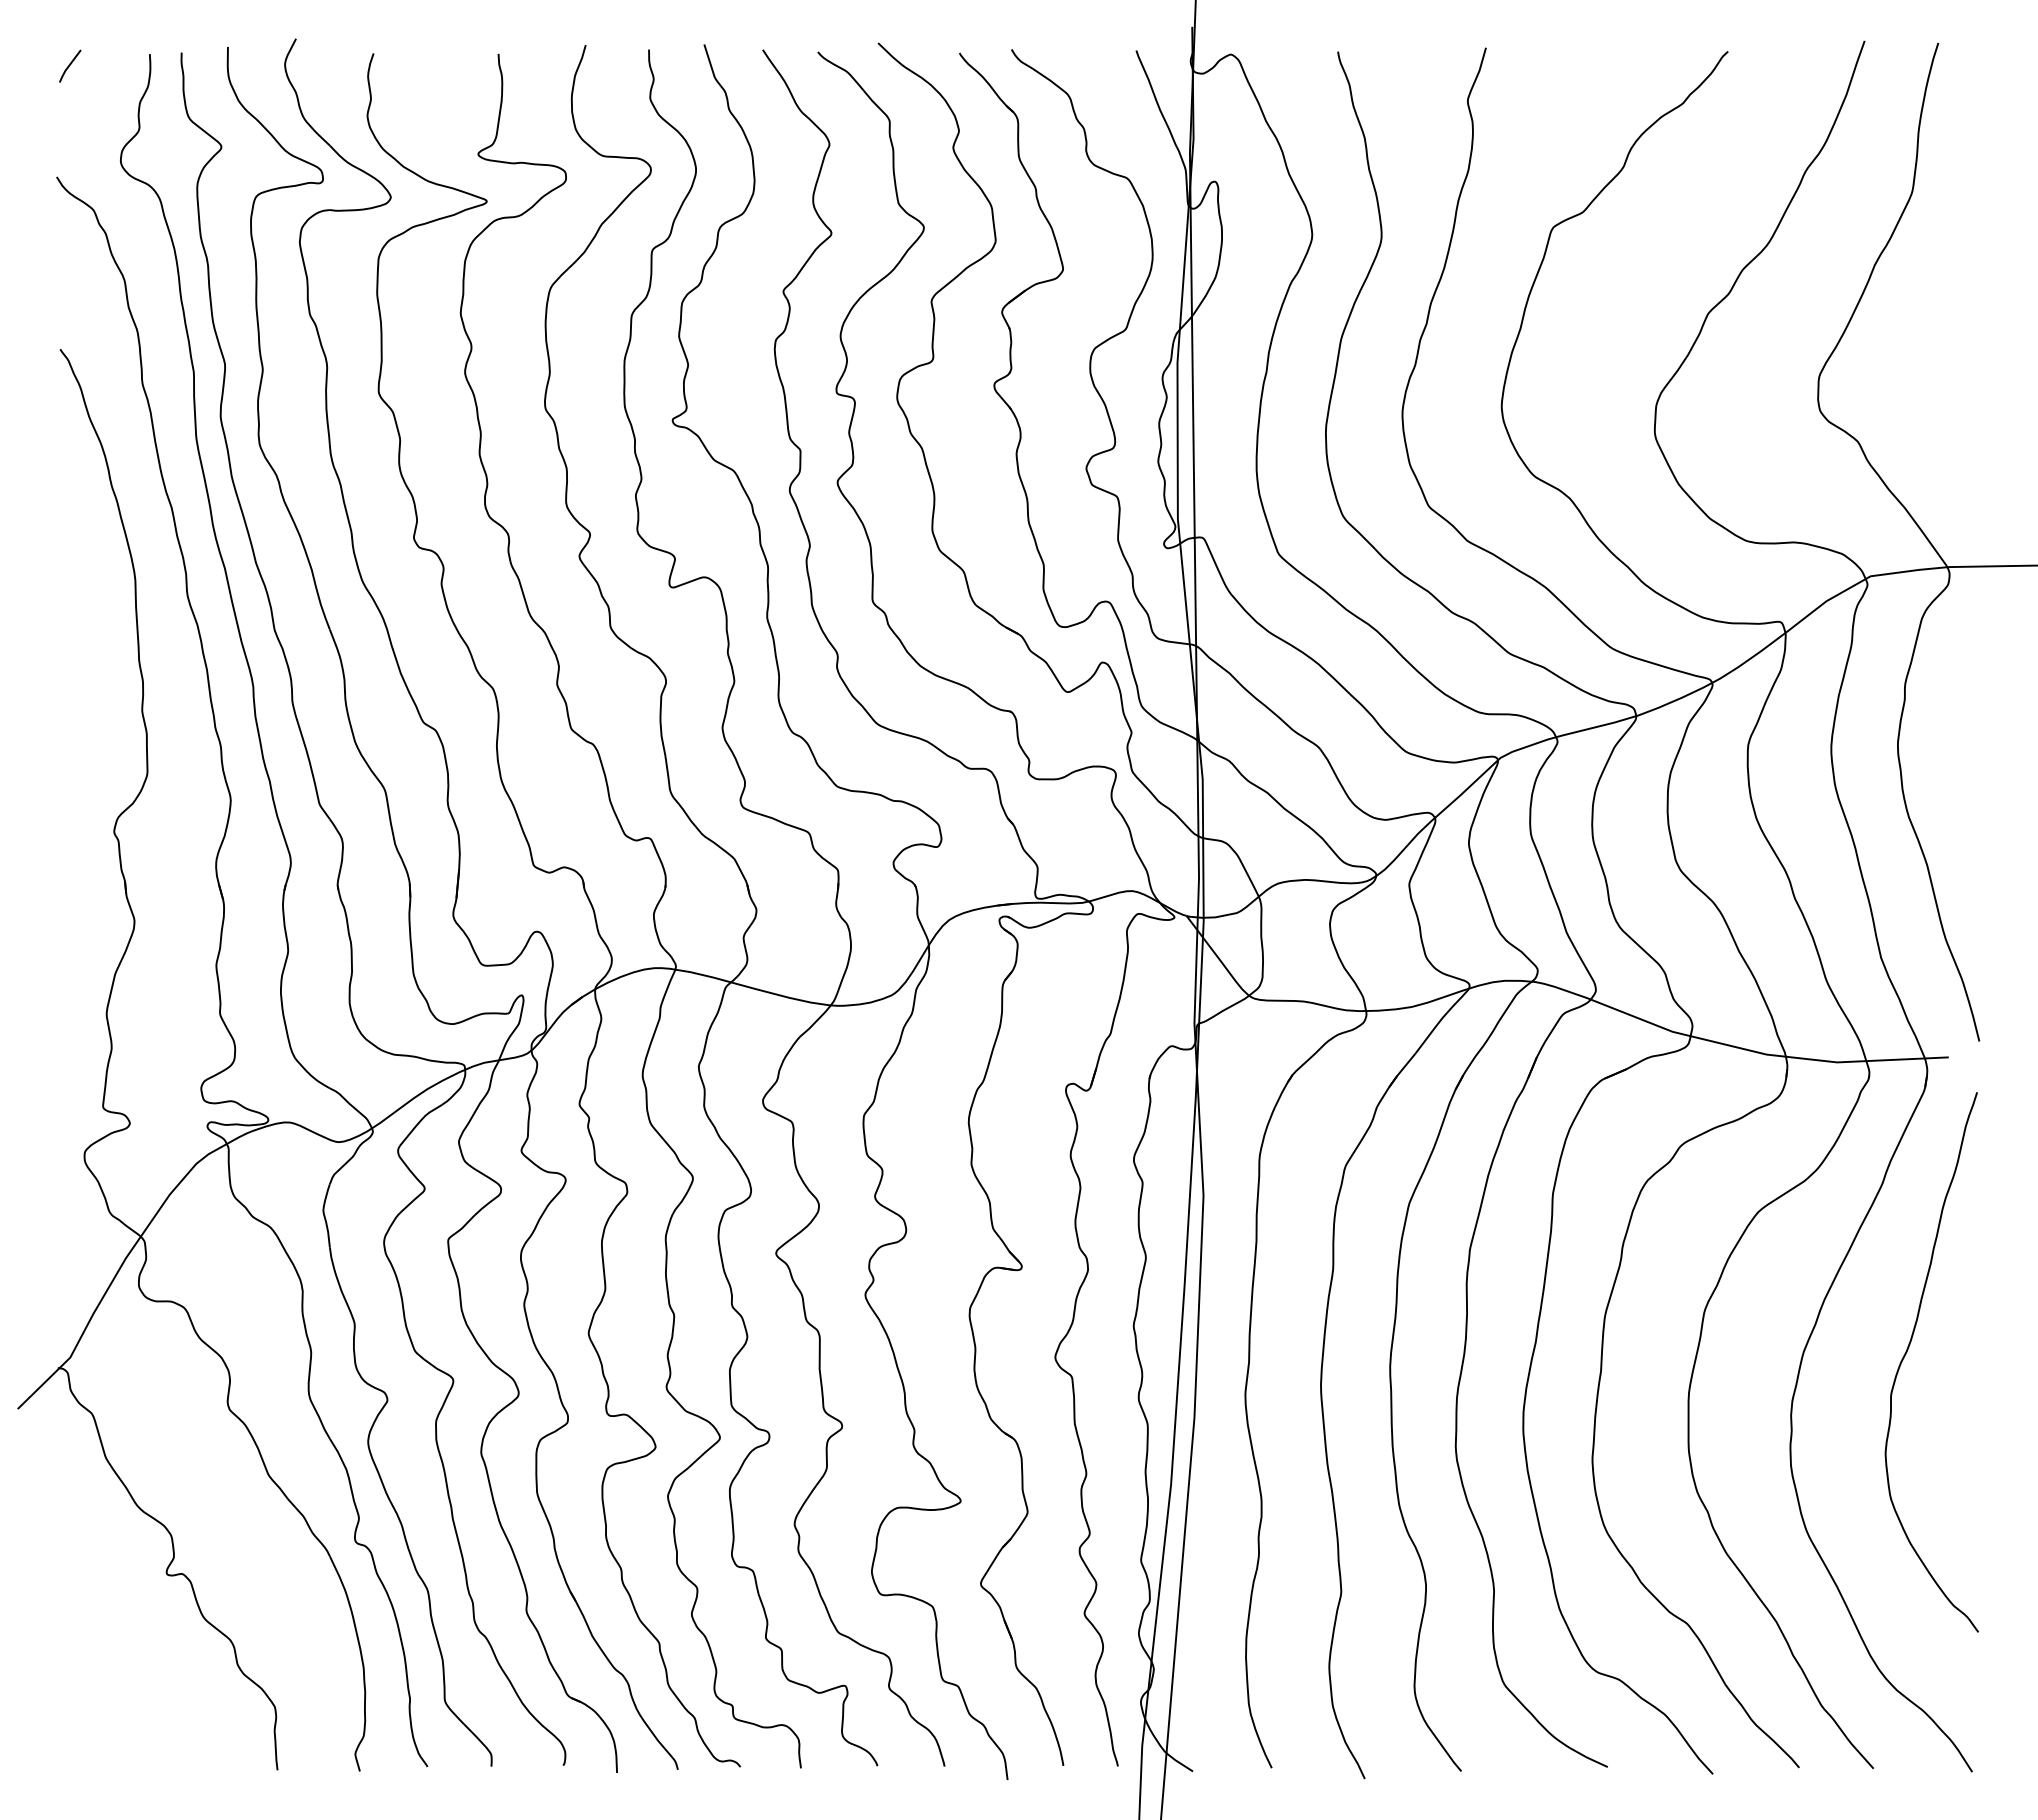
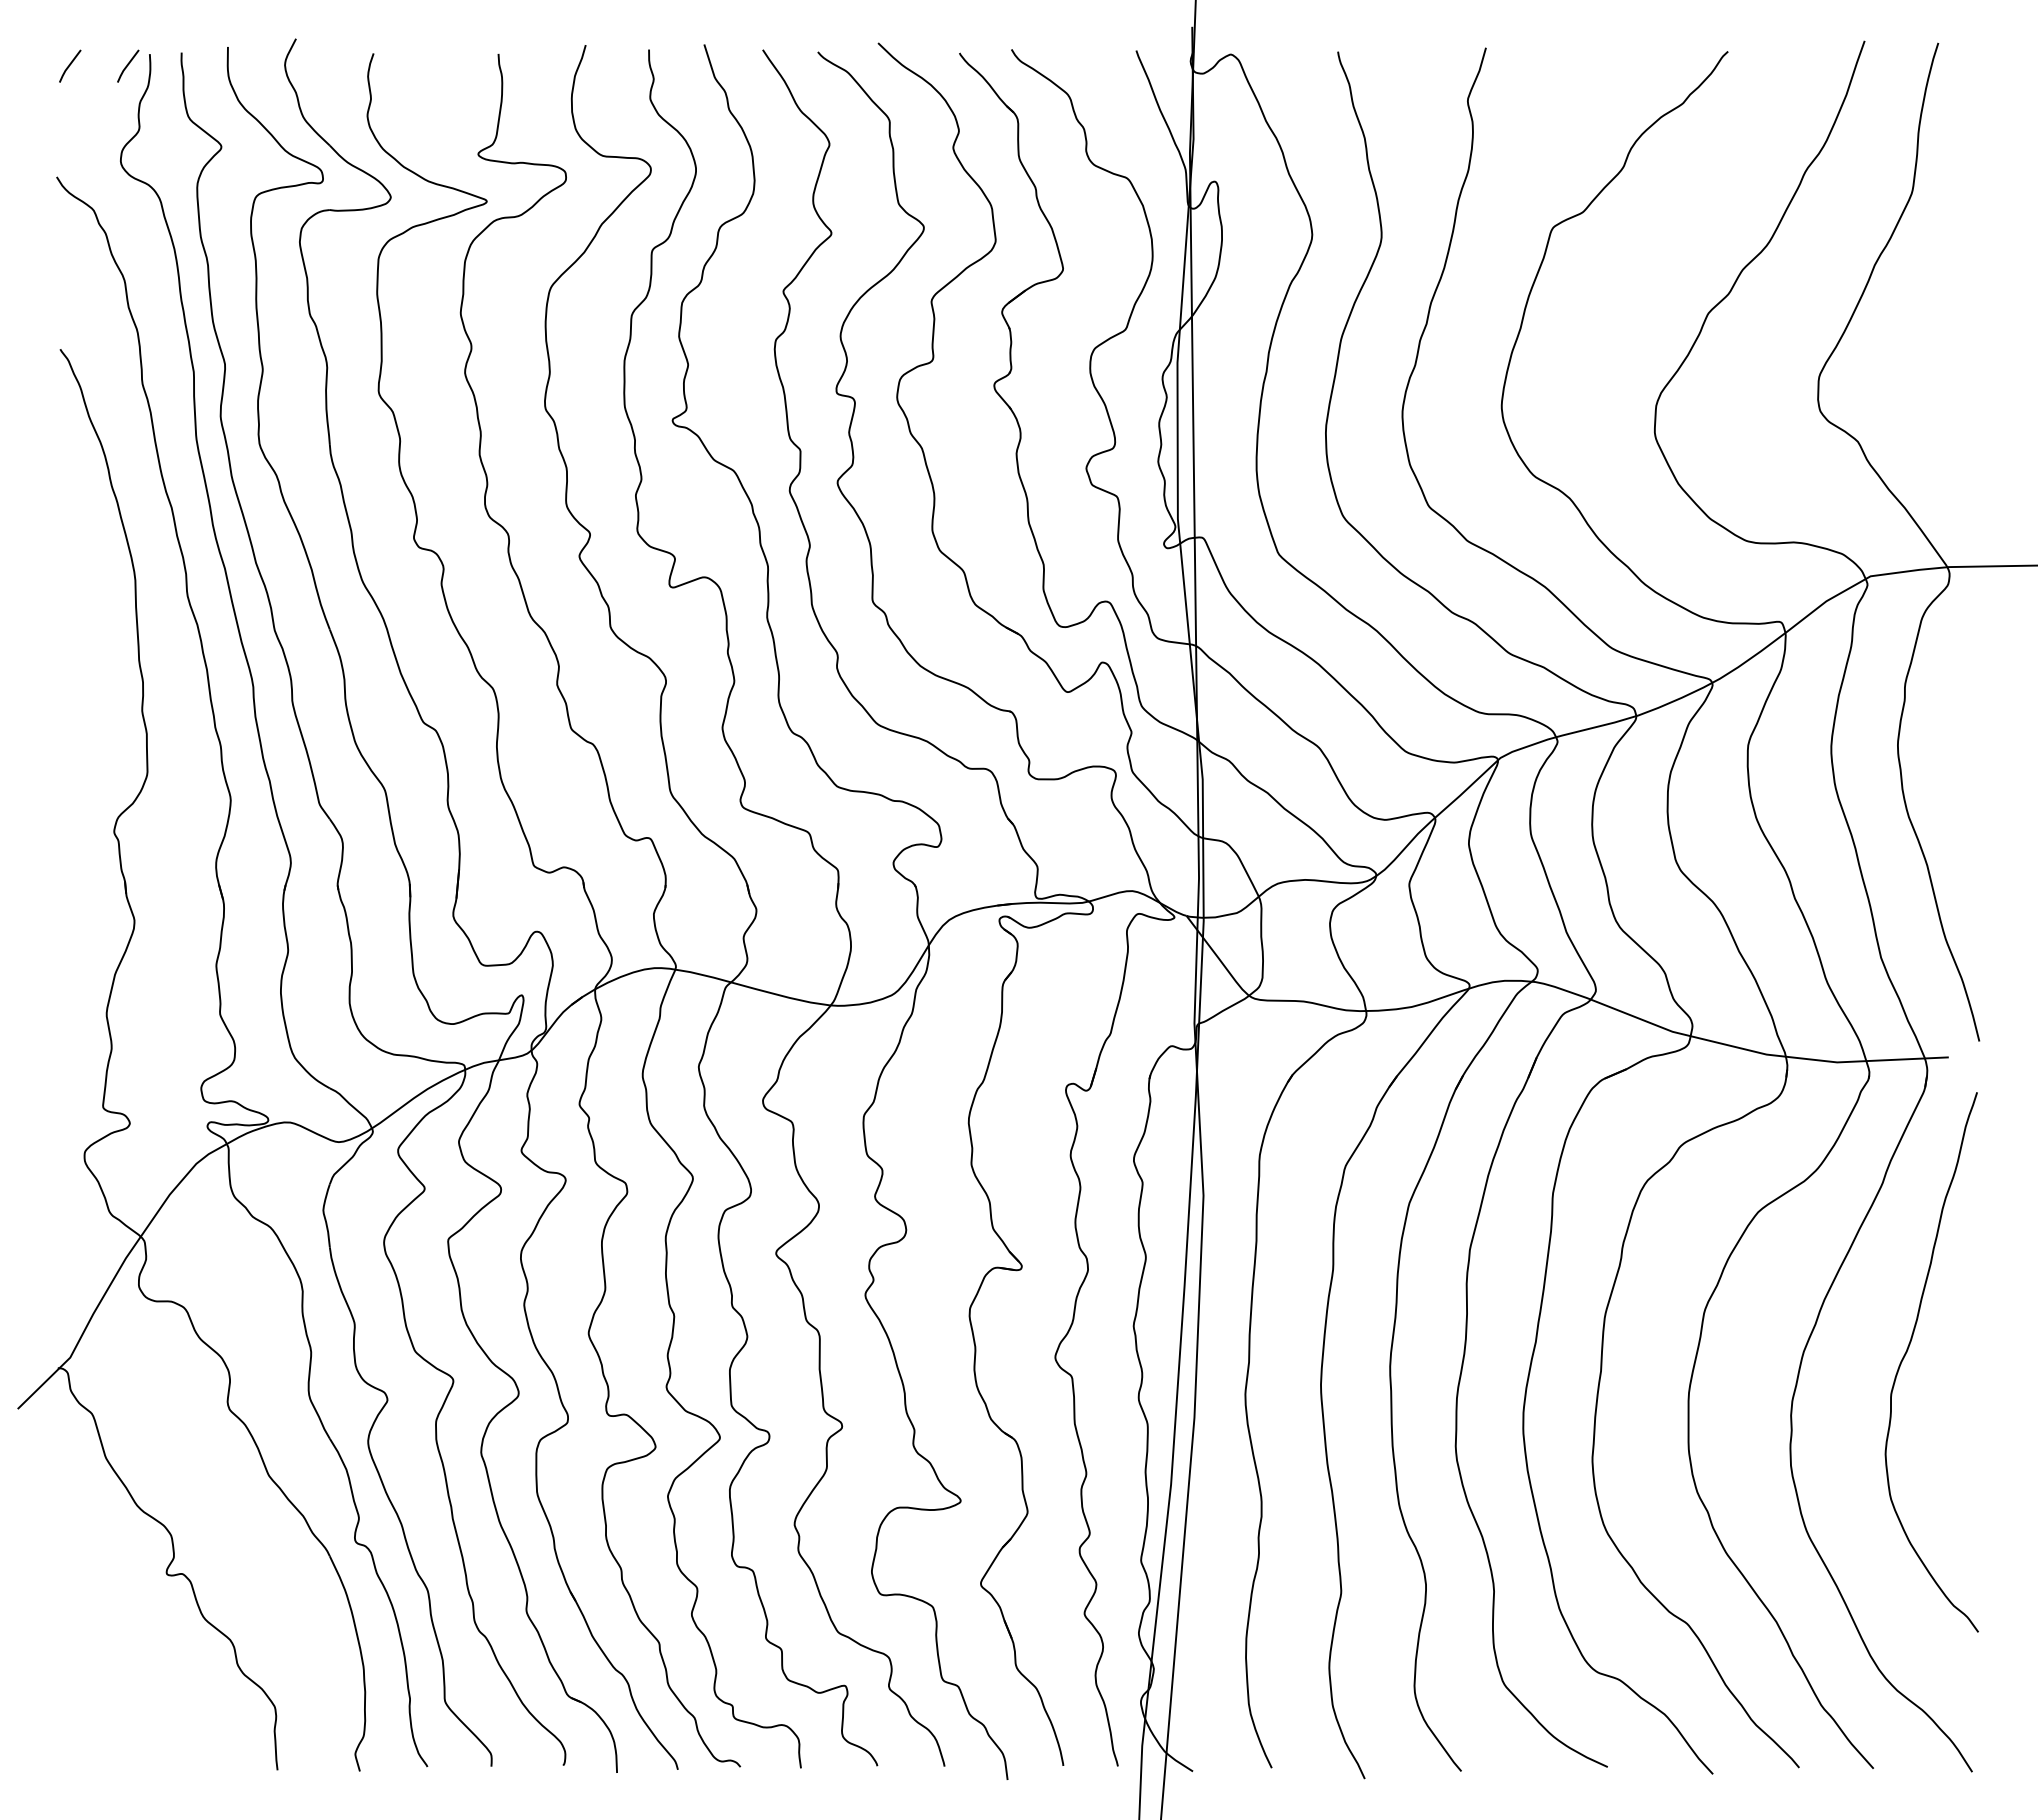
line at (128, 65): none -> present
